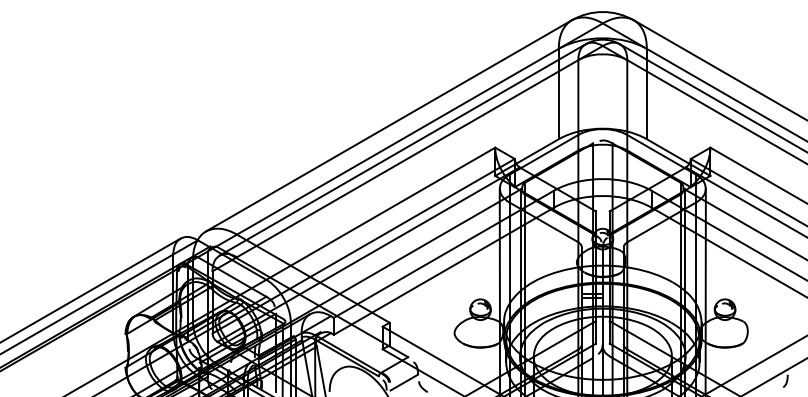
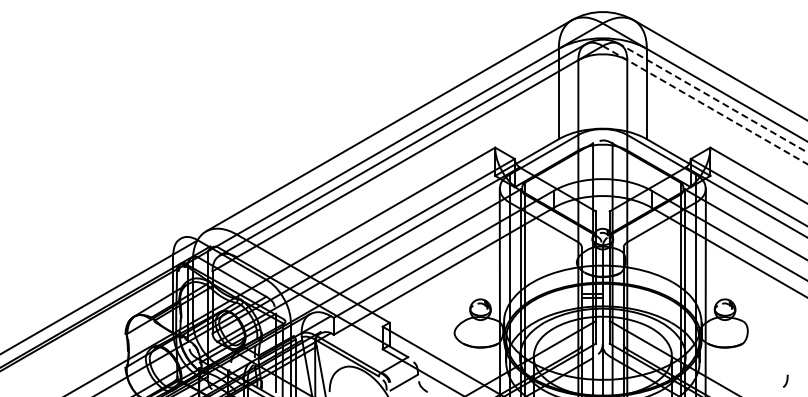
line at (713, 98): solid -> dashed
line at (705, 105): solid -> dashed
line at (91, 289): present -> none
line at (755, 365): present -> none
line at (774, 376): present -> none
